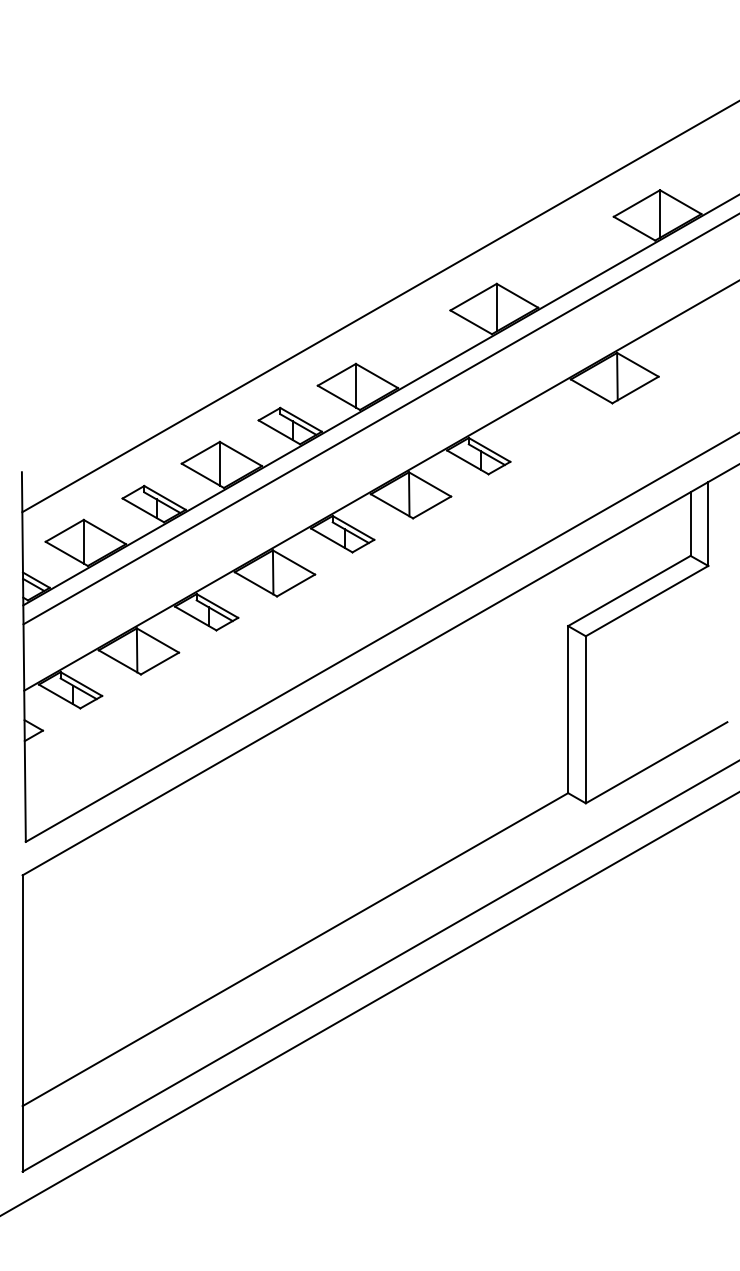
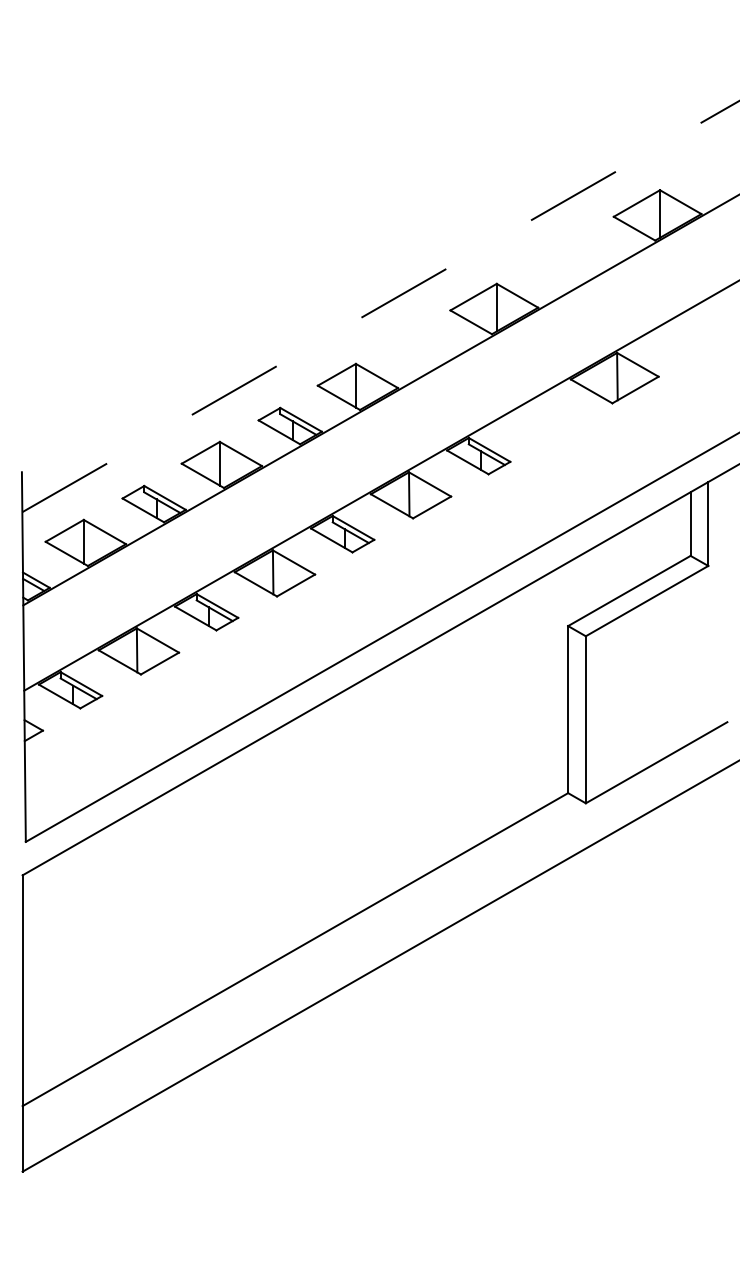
line at (381, 306): solid -> dashed
line at (379, 419): present -> none
line at (369, 1003): present -> none
